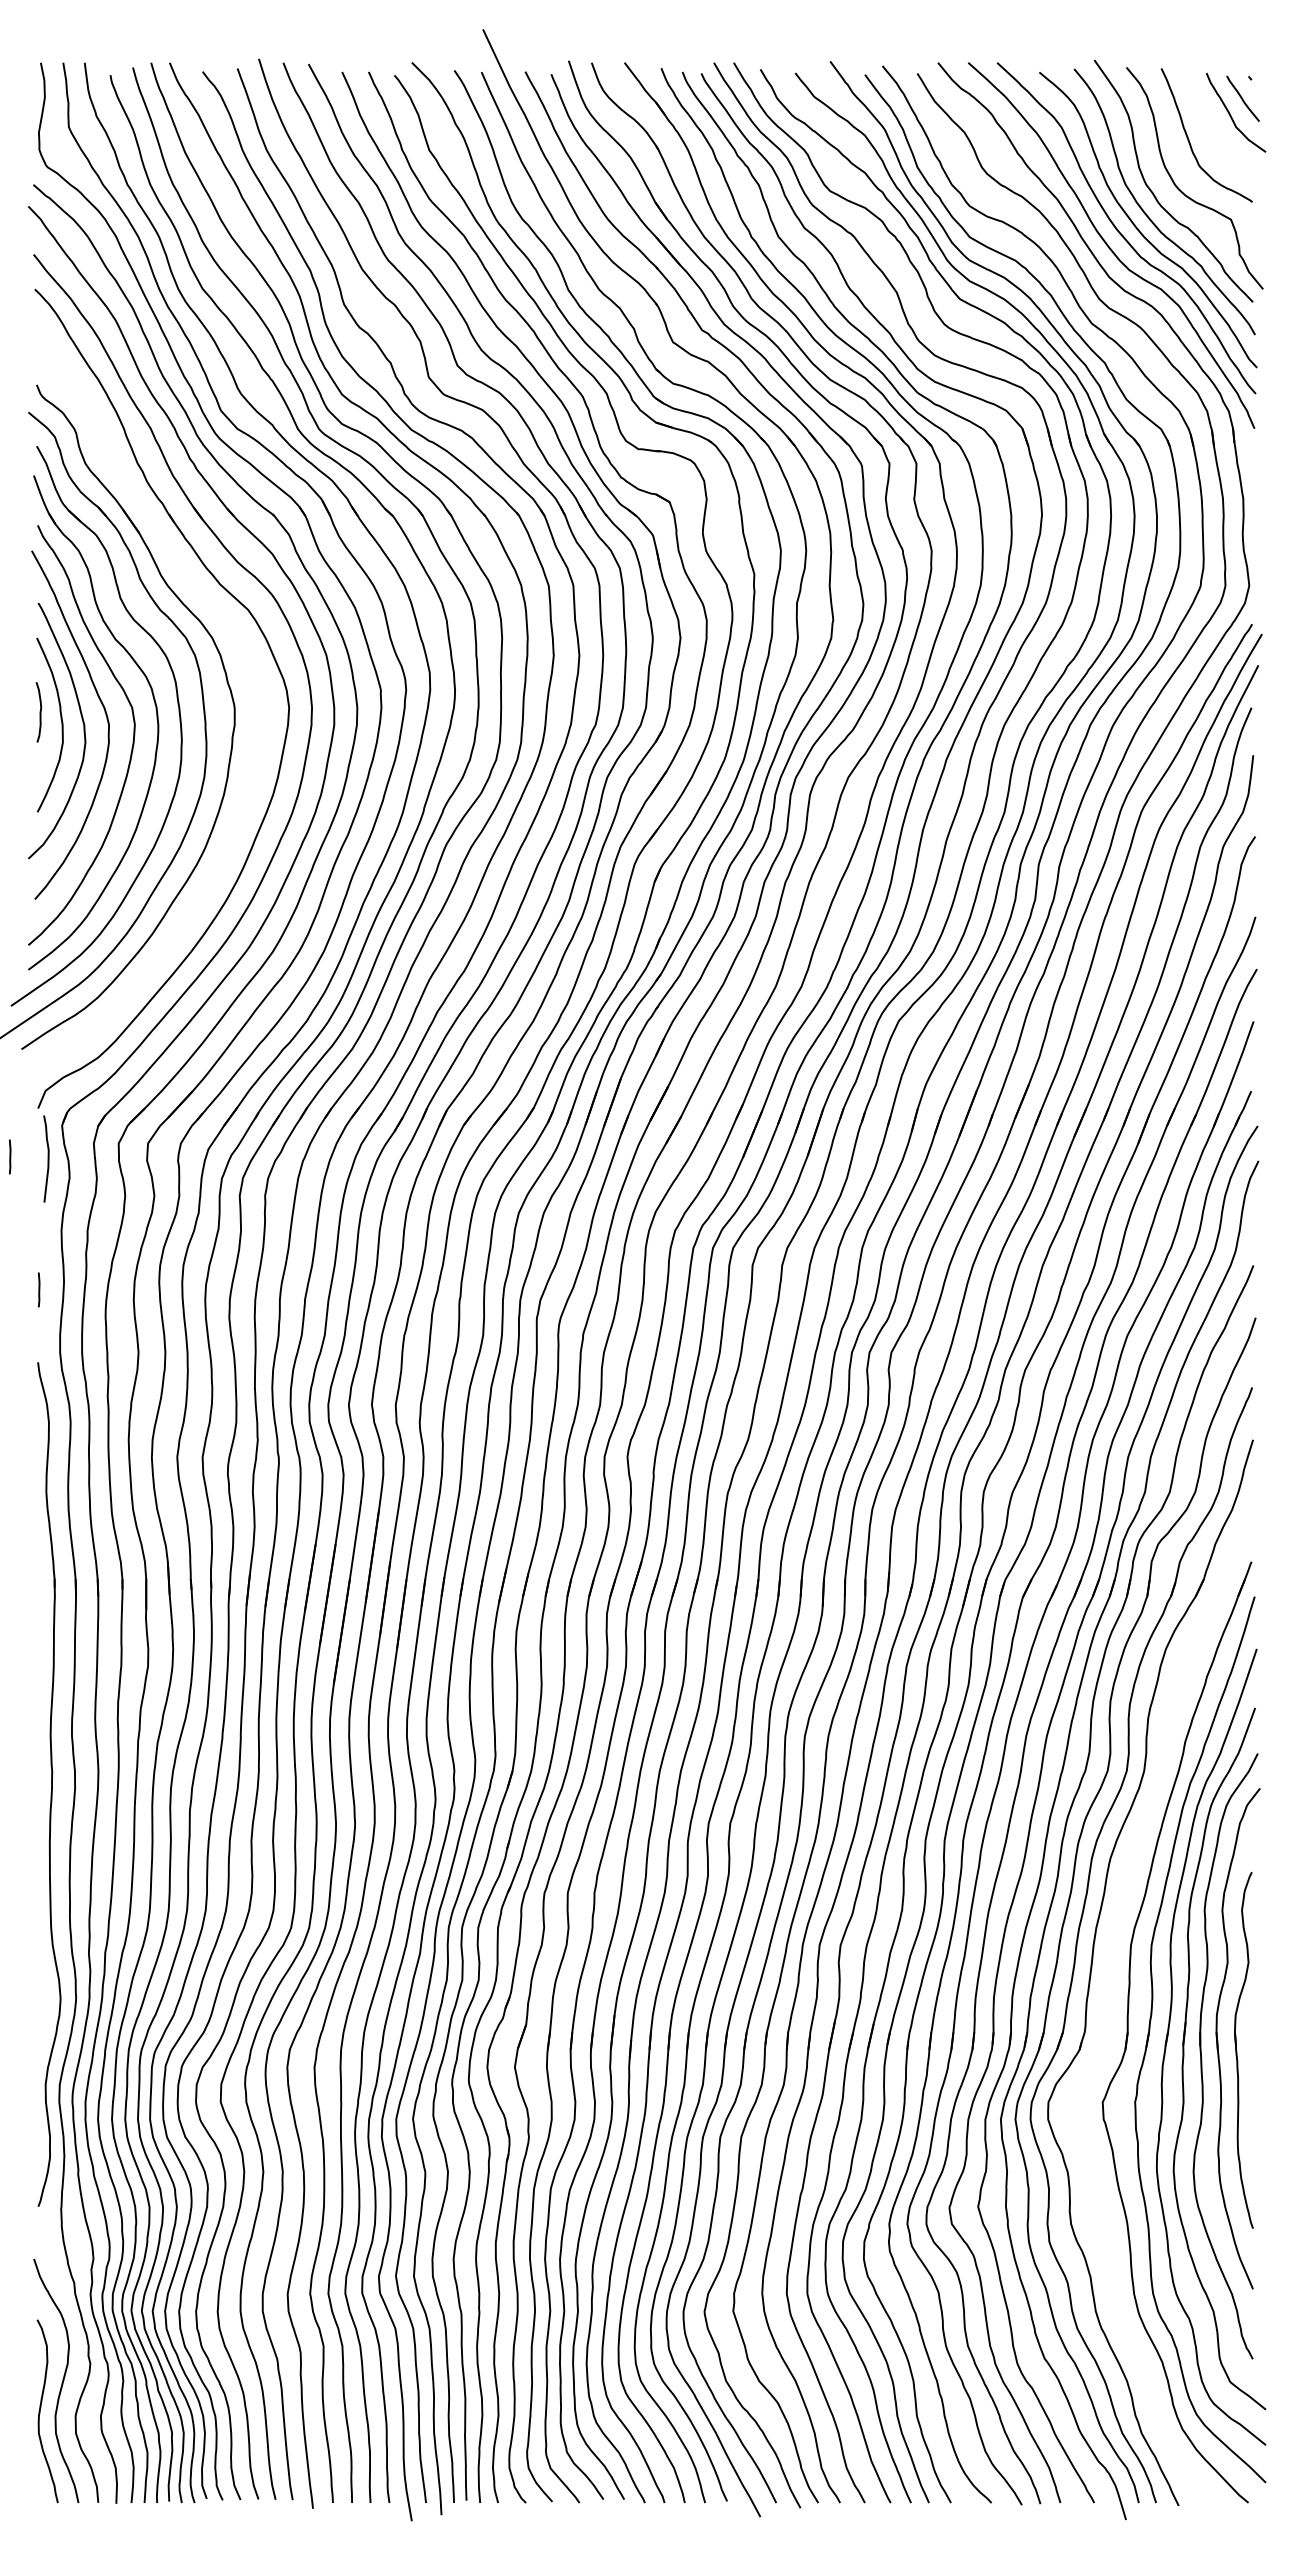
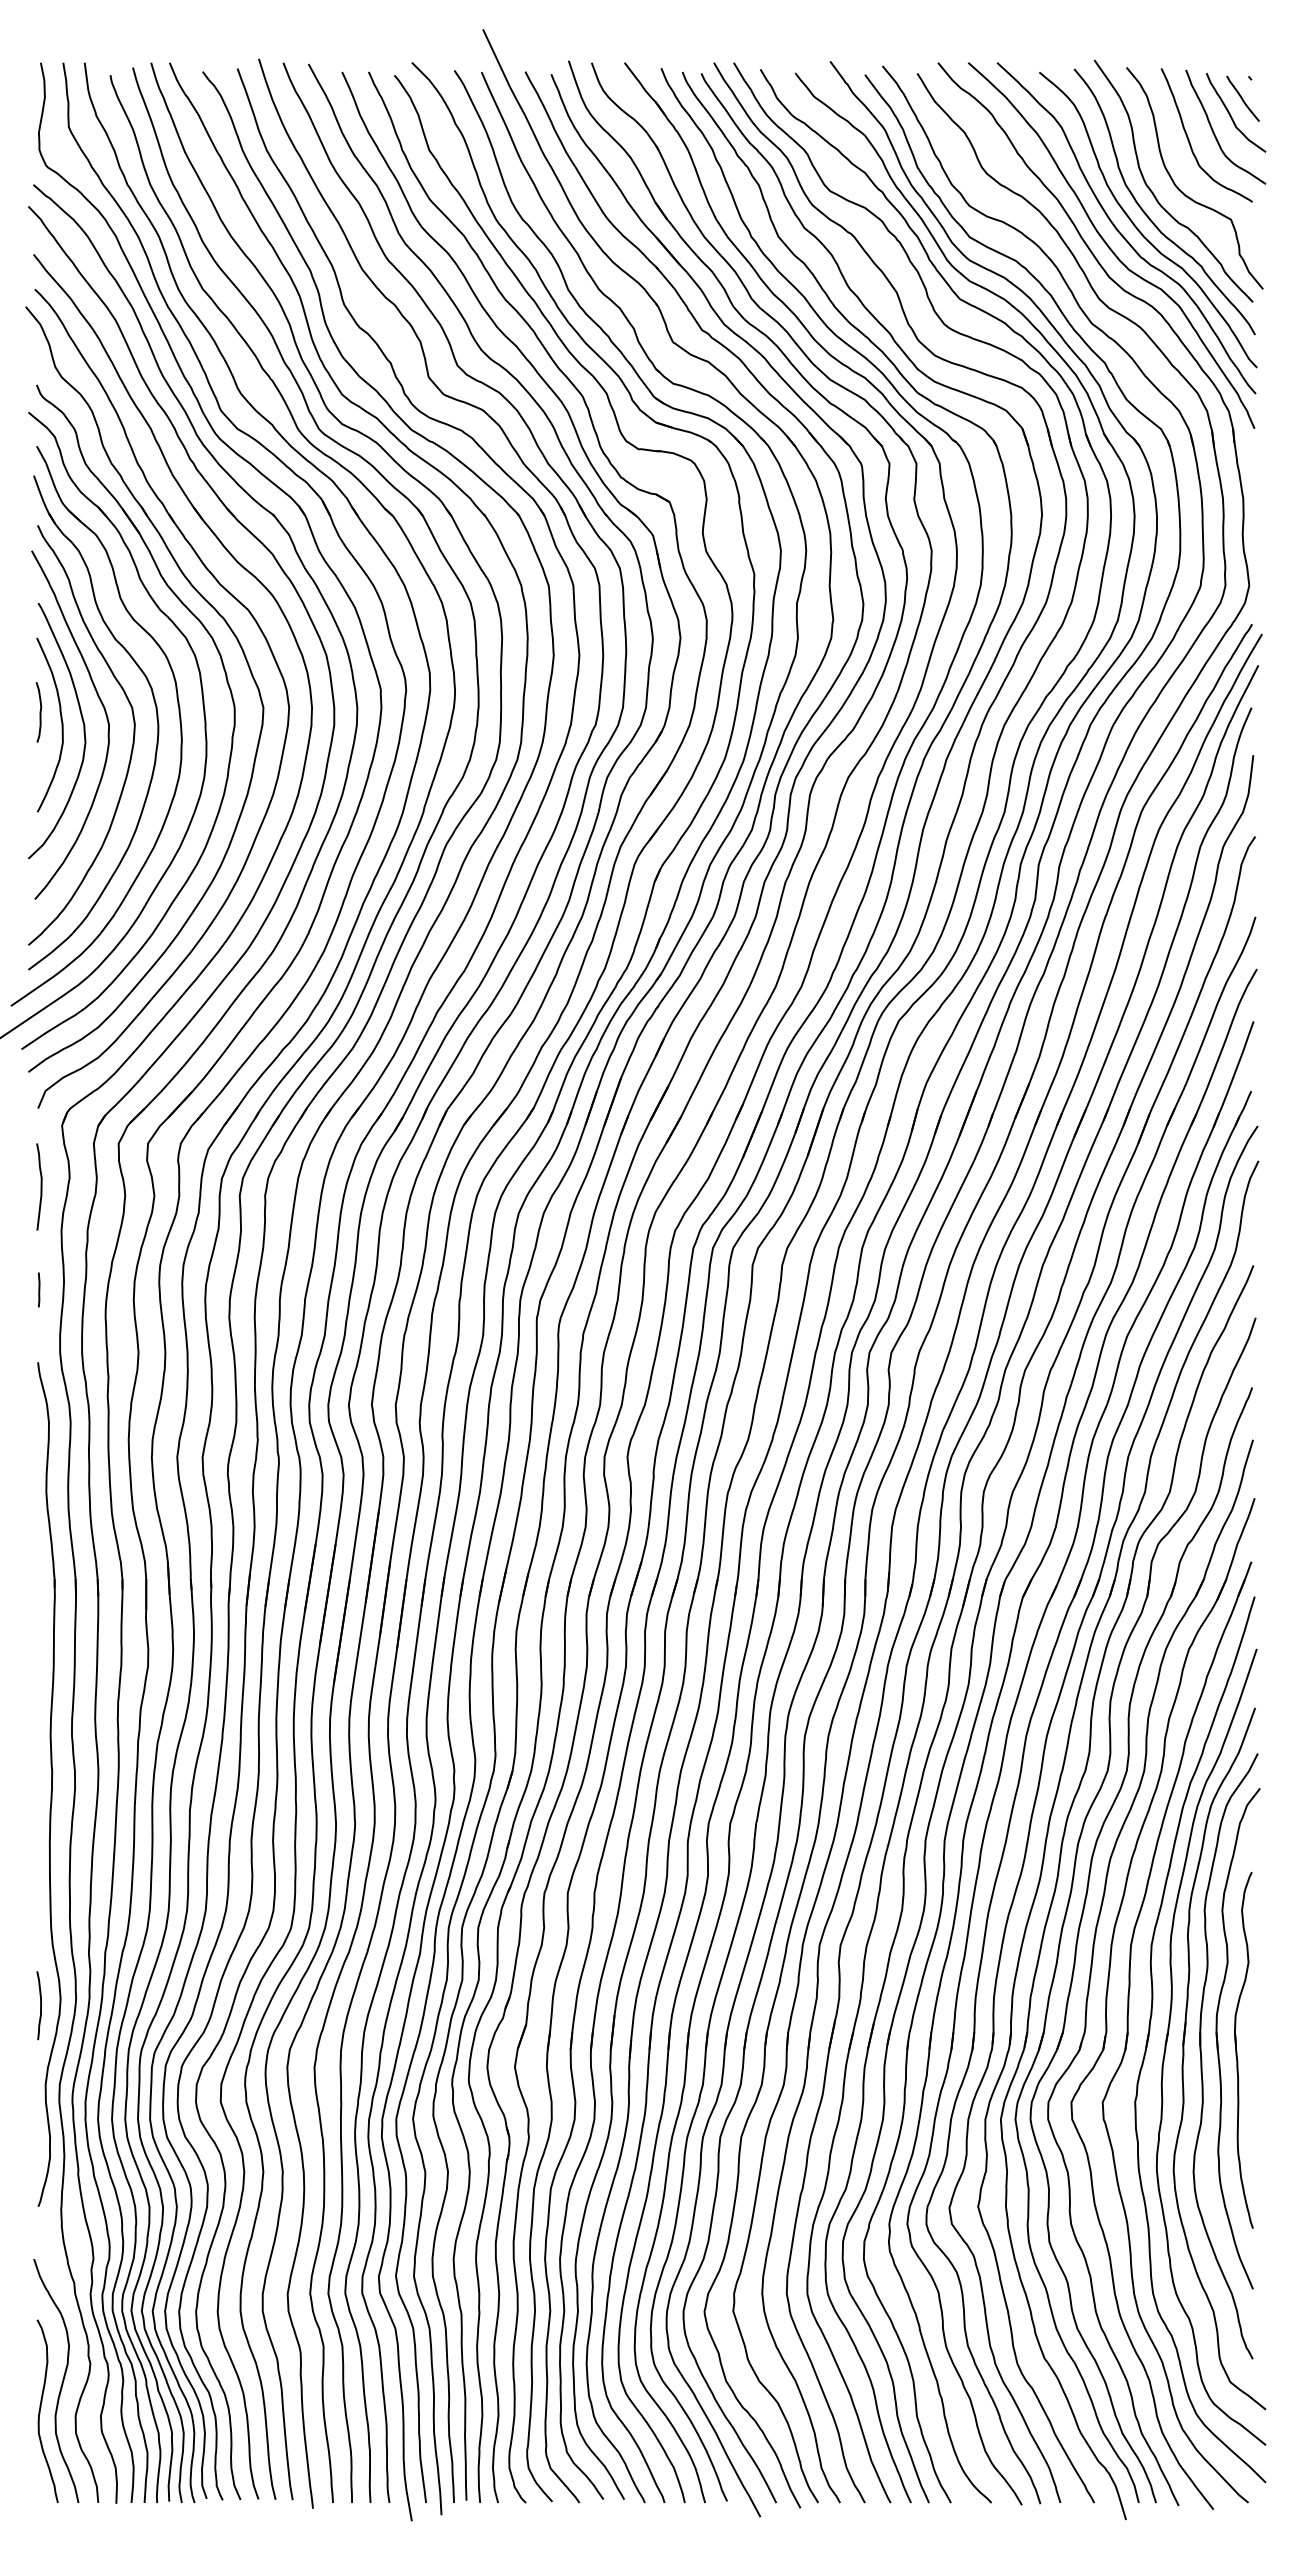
curve at (1213, 129): none -> present
part at (239, 646): none -> present
line at (10, 1156): present -> none
curve at (47, 1158) position: (47, 1158) -> (40, 1186)
part at (1107, 2003): none -> present
curve at (40, 2005): none -> present
